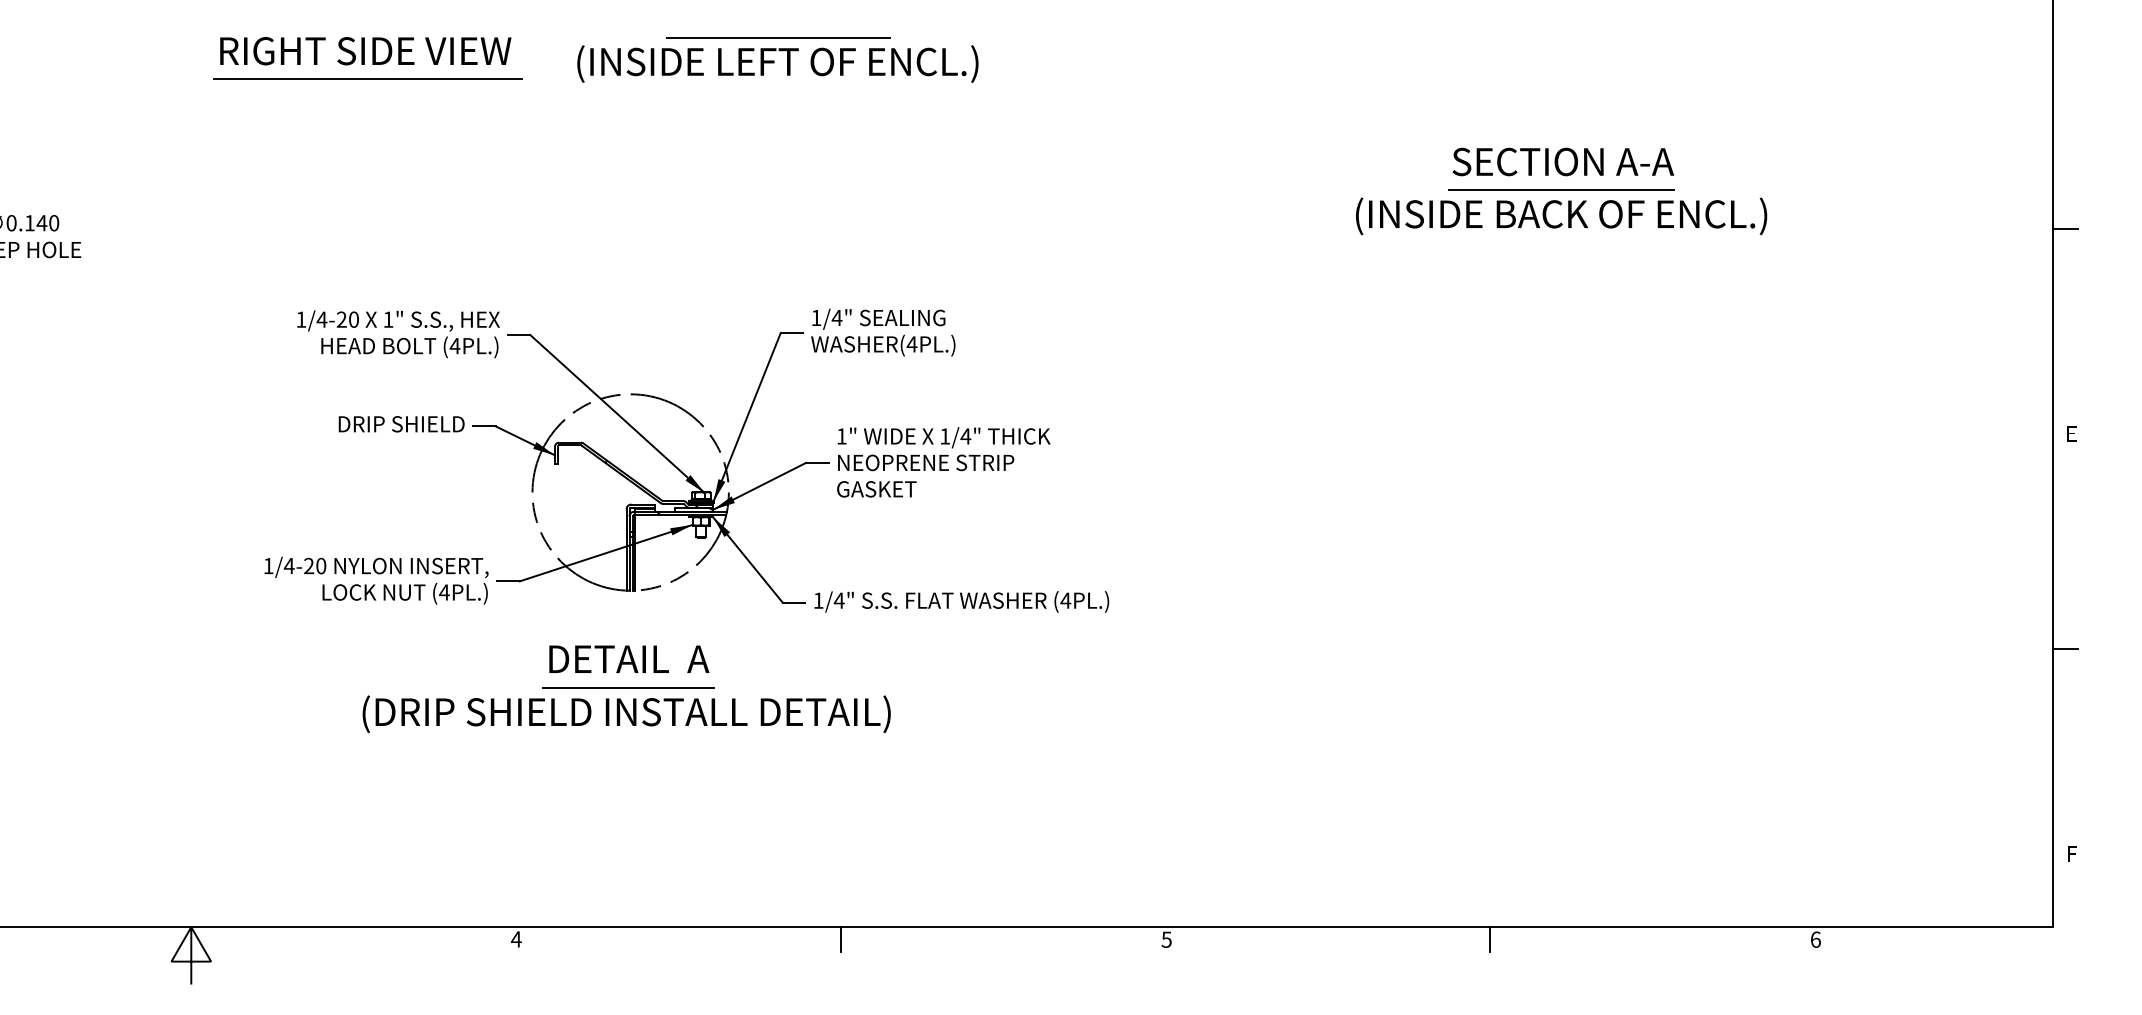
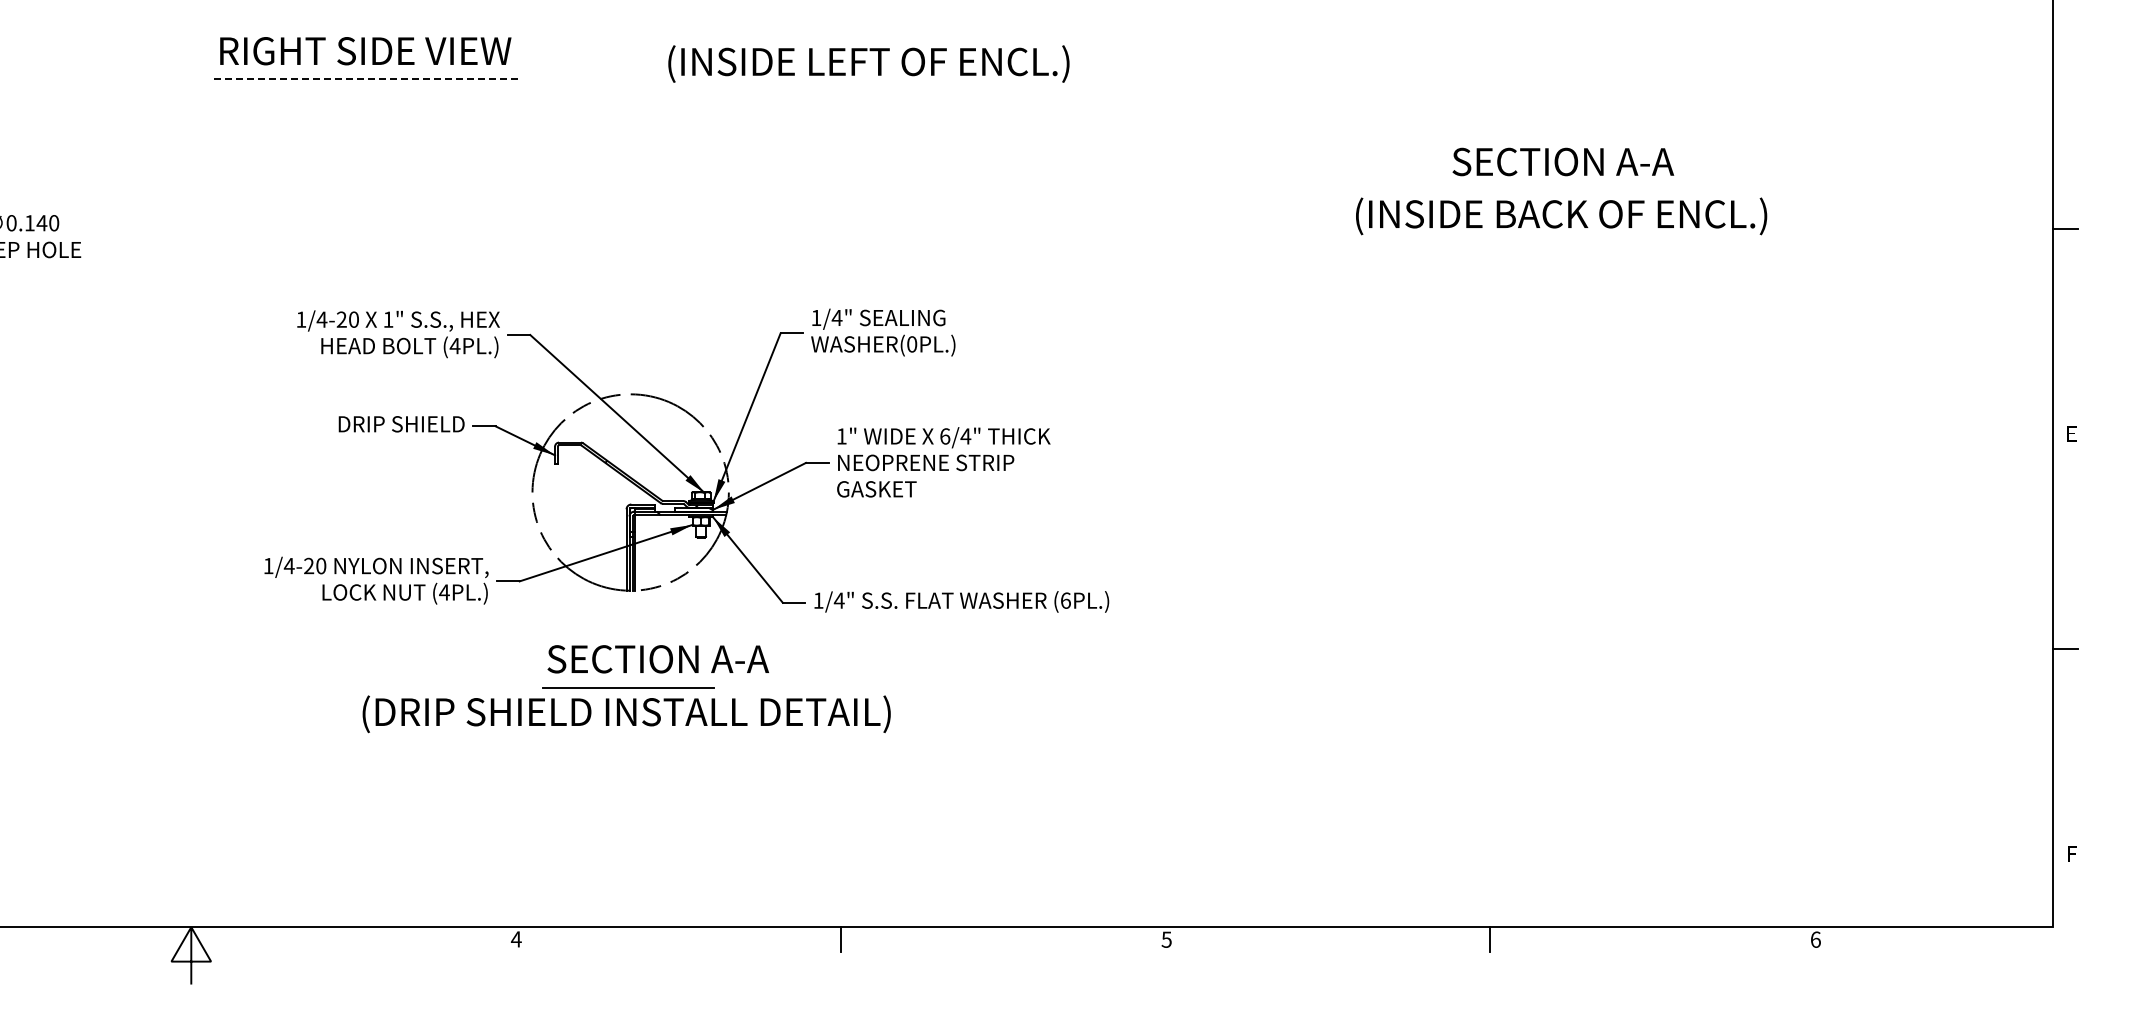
line at (778, 37): present -> none
text at (777, 63) position: (777, 63) -> (868, 63)
line at (368, 79): solid -> dashed
line at (1561, 189): present -> none
text at (911, 344): (4PL.) -> (0PL.)
text at (945, 436): 1/4" -> 6/4"
text at (1065, 600): (4PL.) -> (6PL.)
text at (658, 659): DETAIL  A -> SECTION A-A
